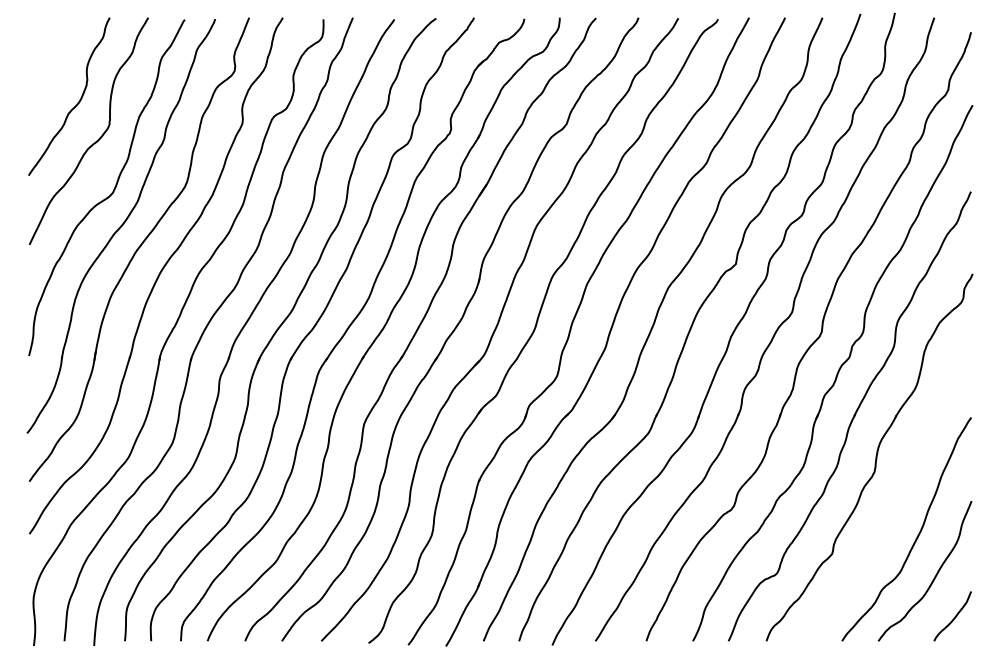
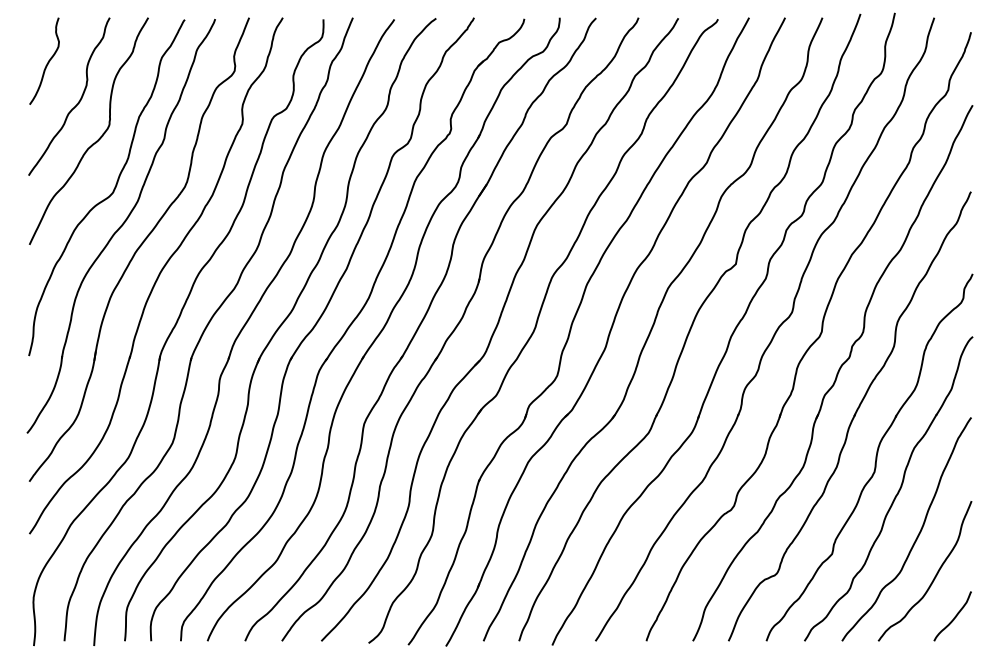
curve at (47, 62): none -> present
part at (896, 493): none -> present
